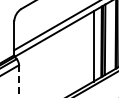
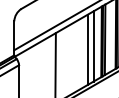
line at (87, 49): none -> present
line at (55, 63): none -> present
line at (19, 82): dashed -> solid
